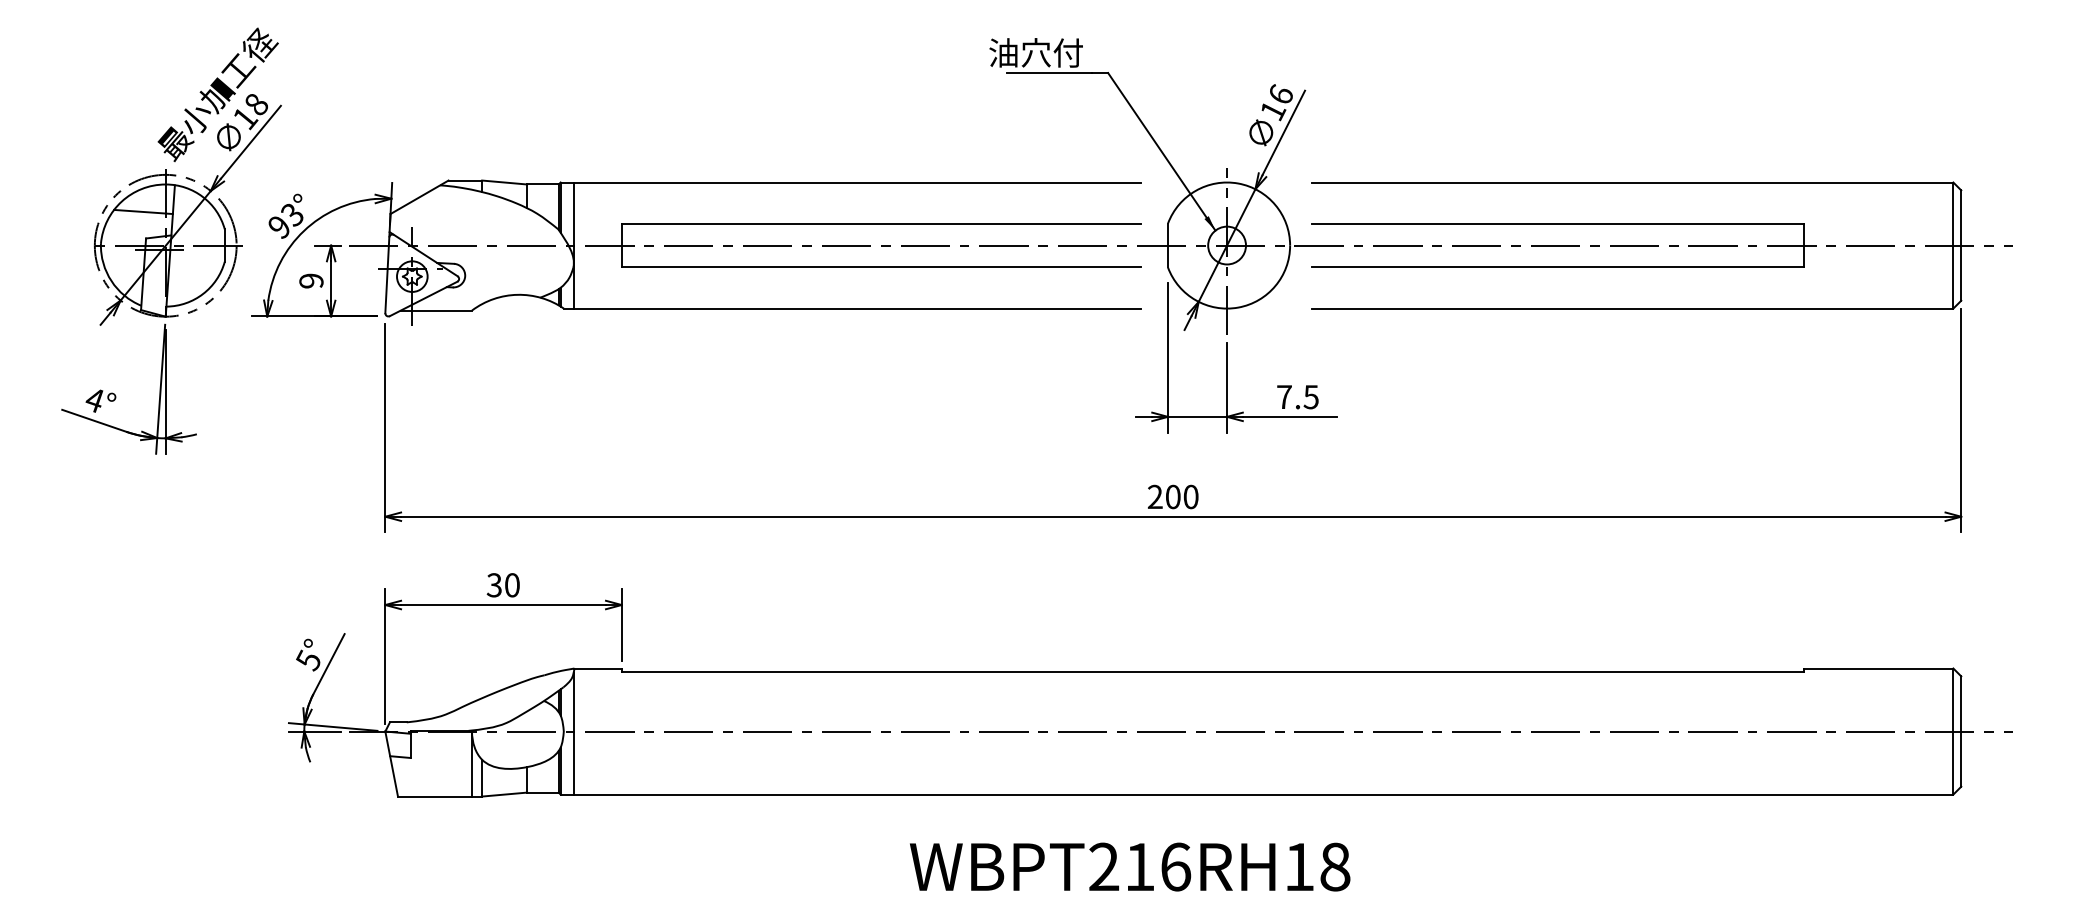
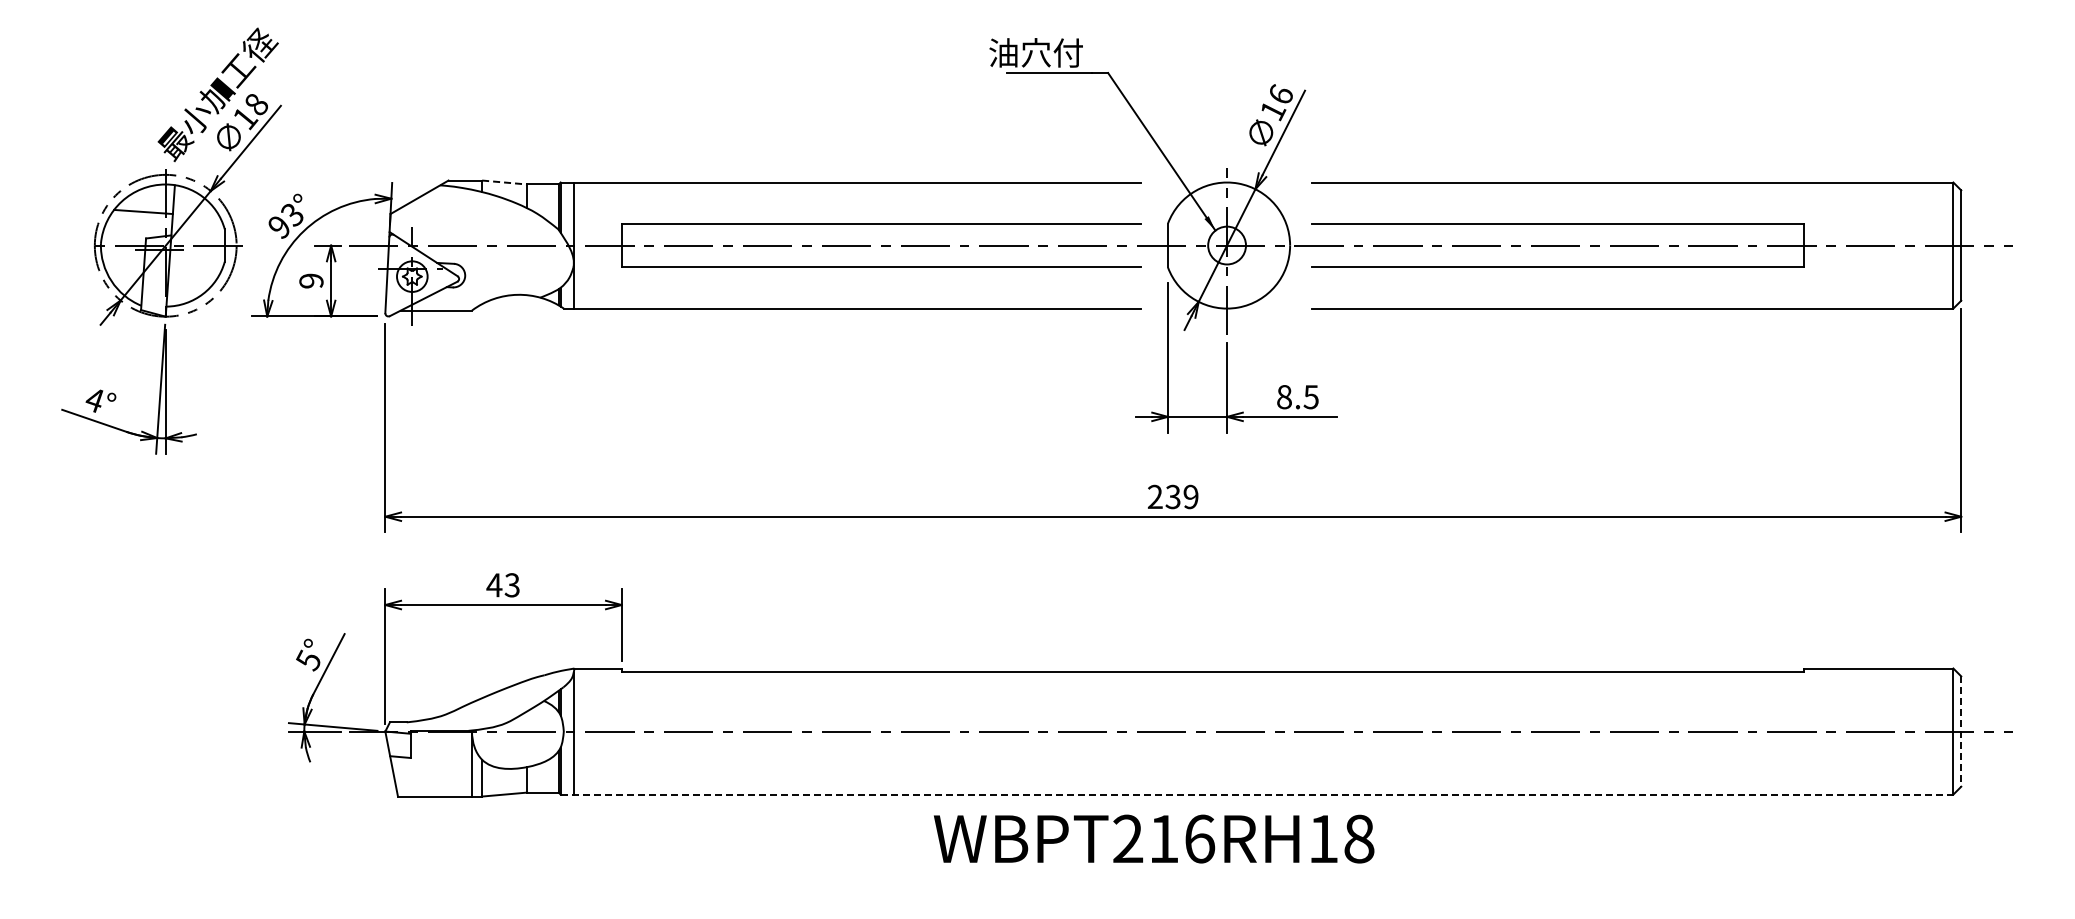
line at (504, 182): solid -> dashed
text at (1284, 397): 7.5 -> 8.5
text at (1181, 496): 200 -> 239
text at (502, 585): 30 -> 43
line at (1961, 732): solid -> dashed
line at (1257, 794): solid -> dashed
text at (1130, 866) position: (1130, 866) -> (1154, 838)
